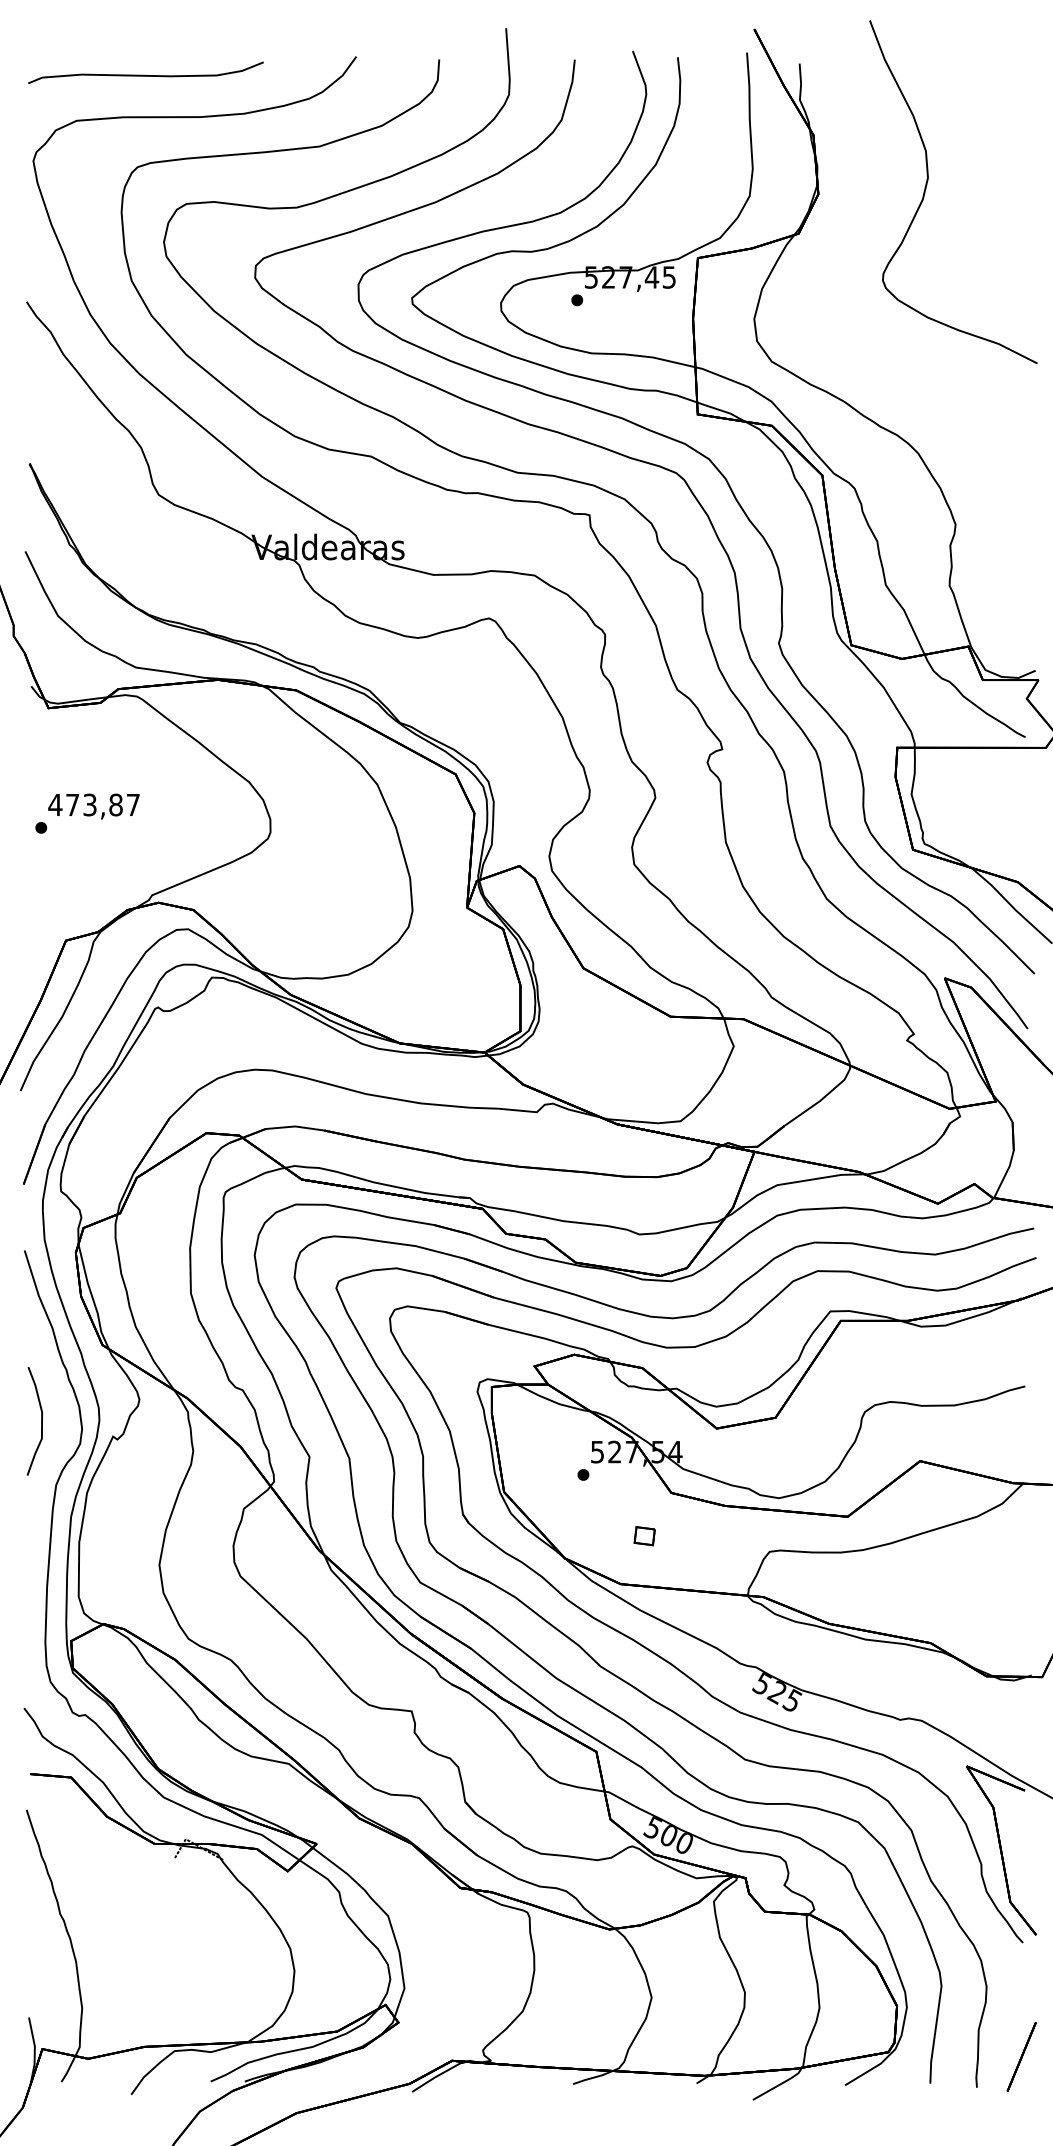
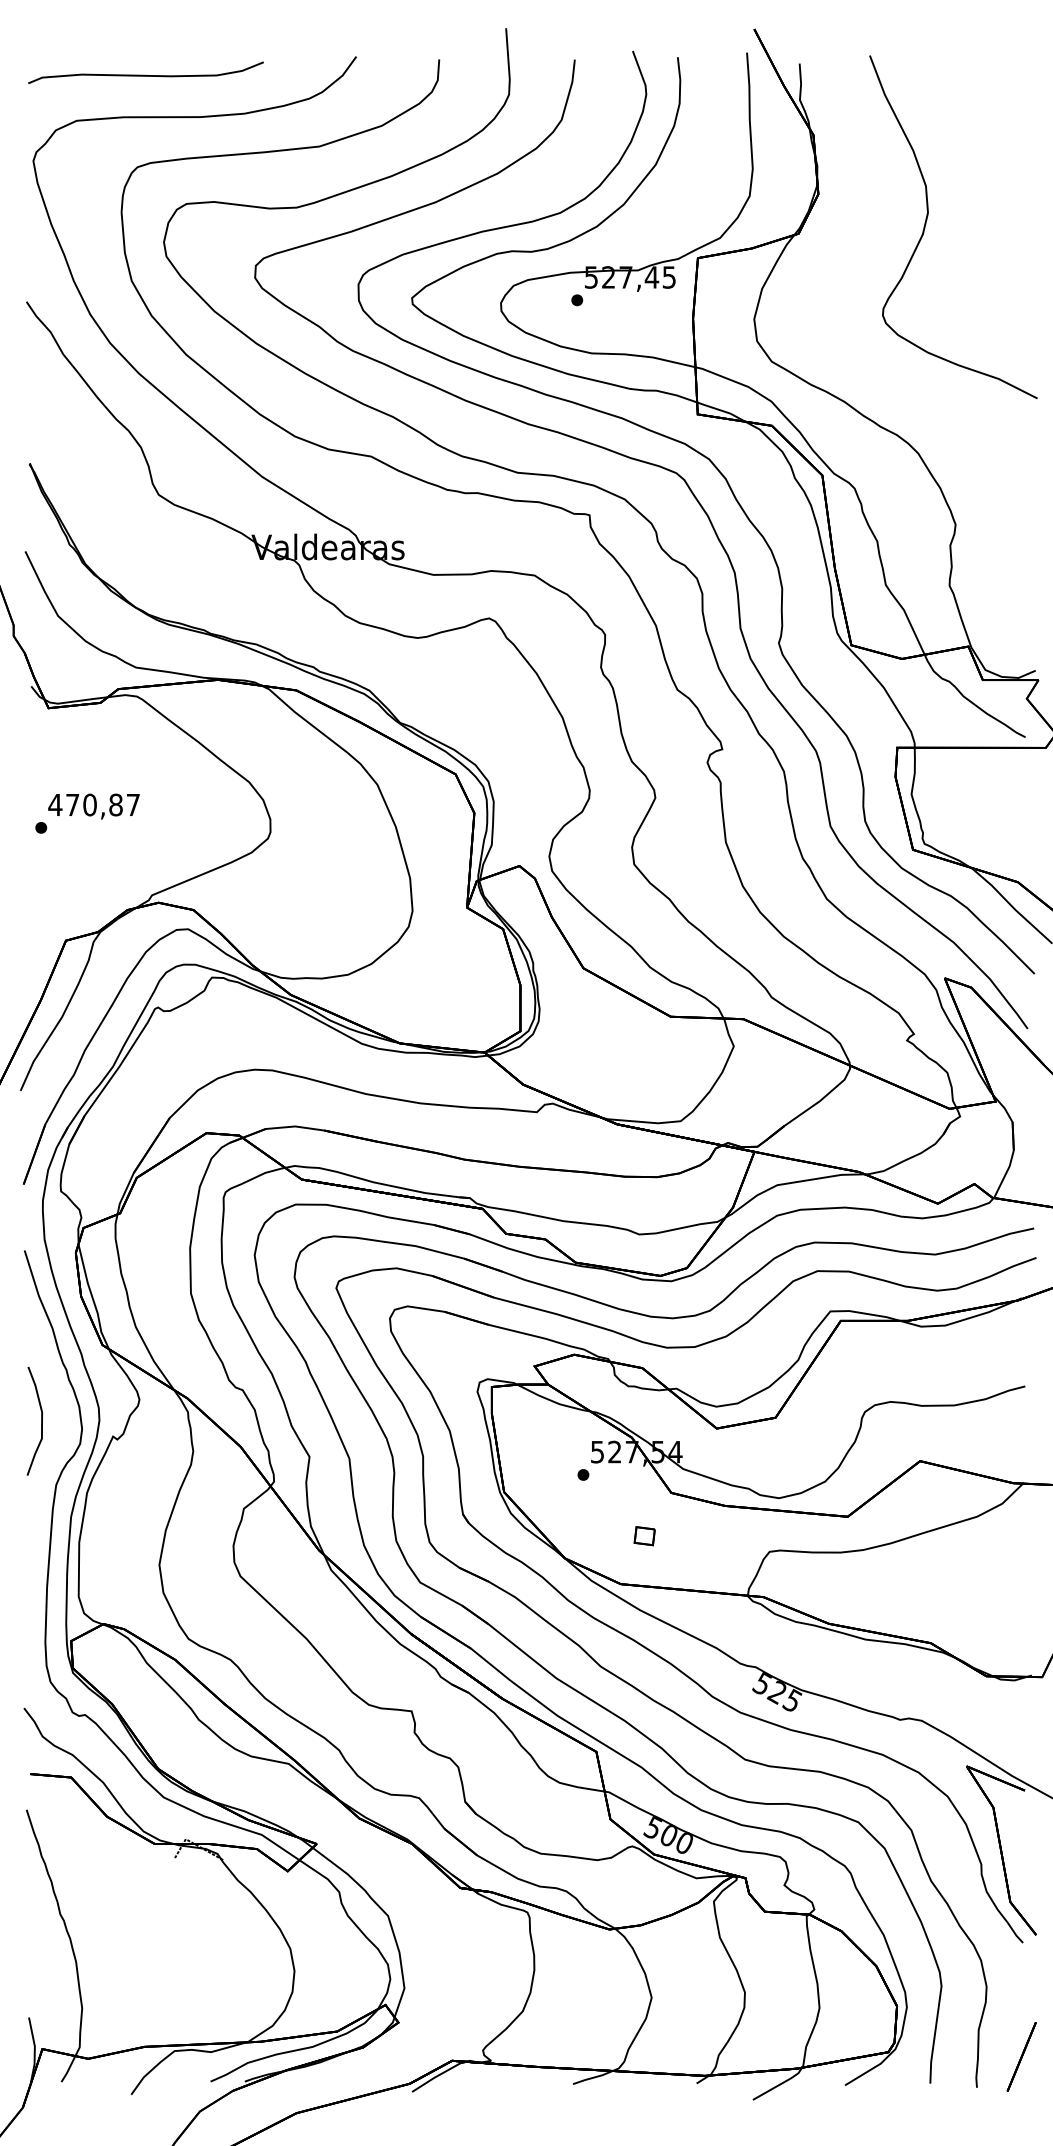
curve at (927, 185) position: (927, 185) -> (927, 220)
text at (89, 804): 473,87 -> 470,87
